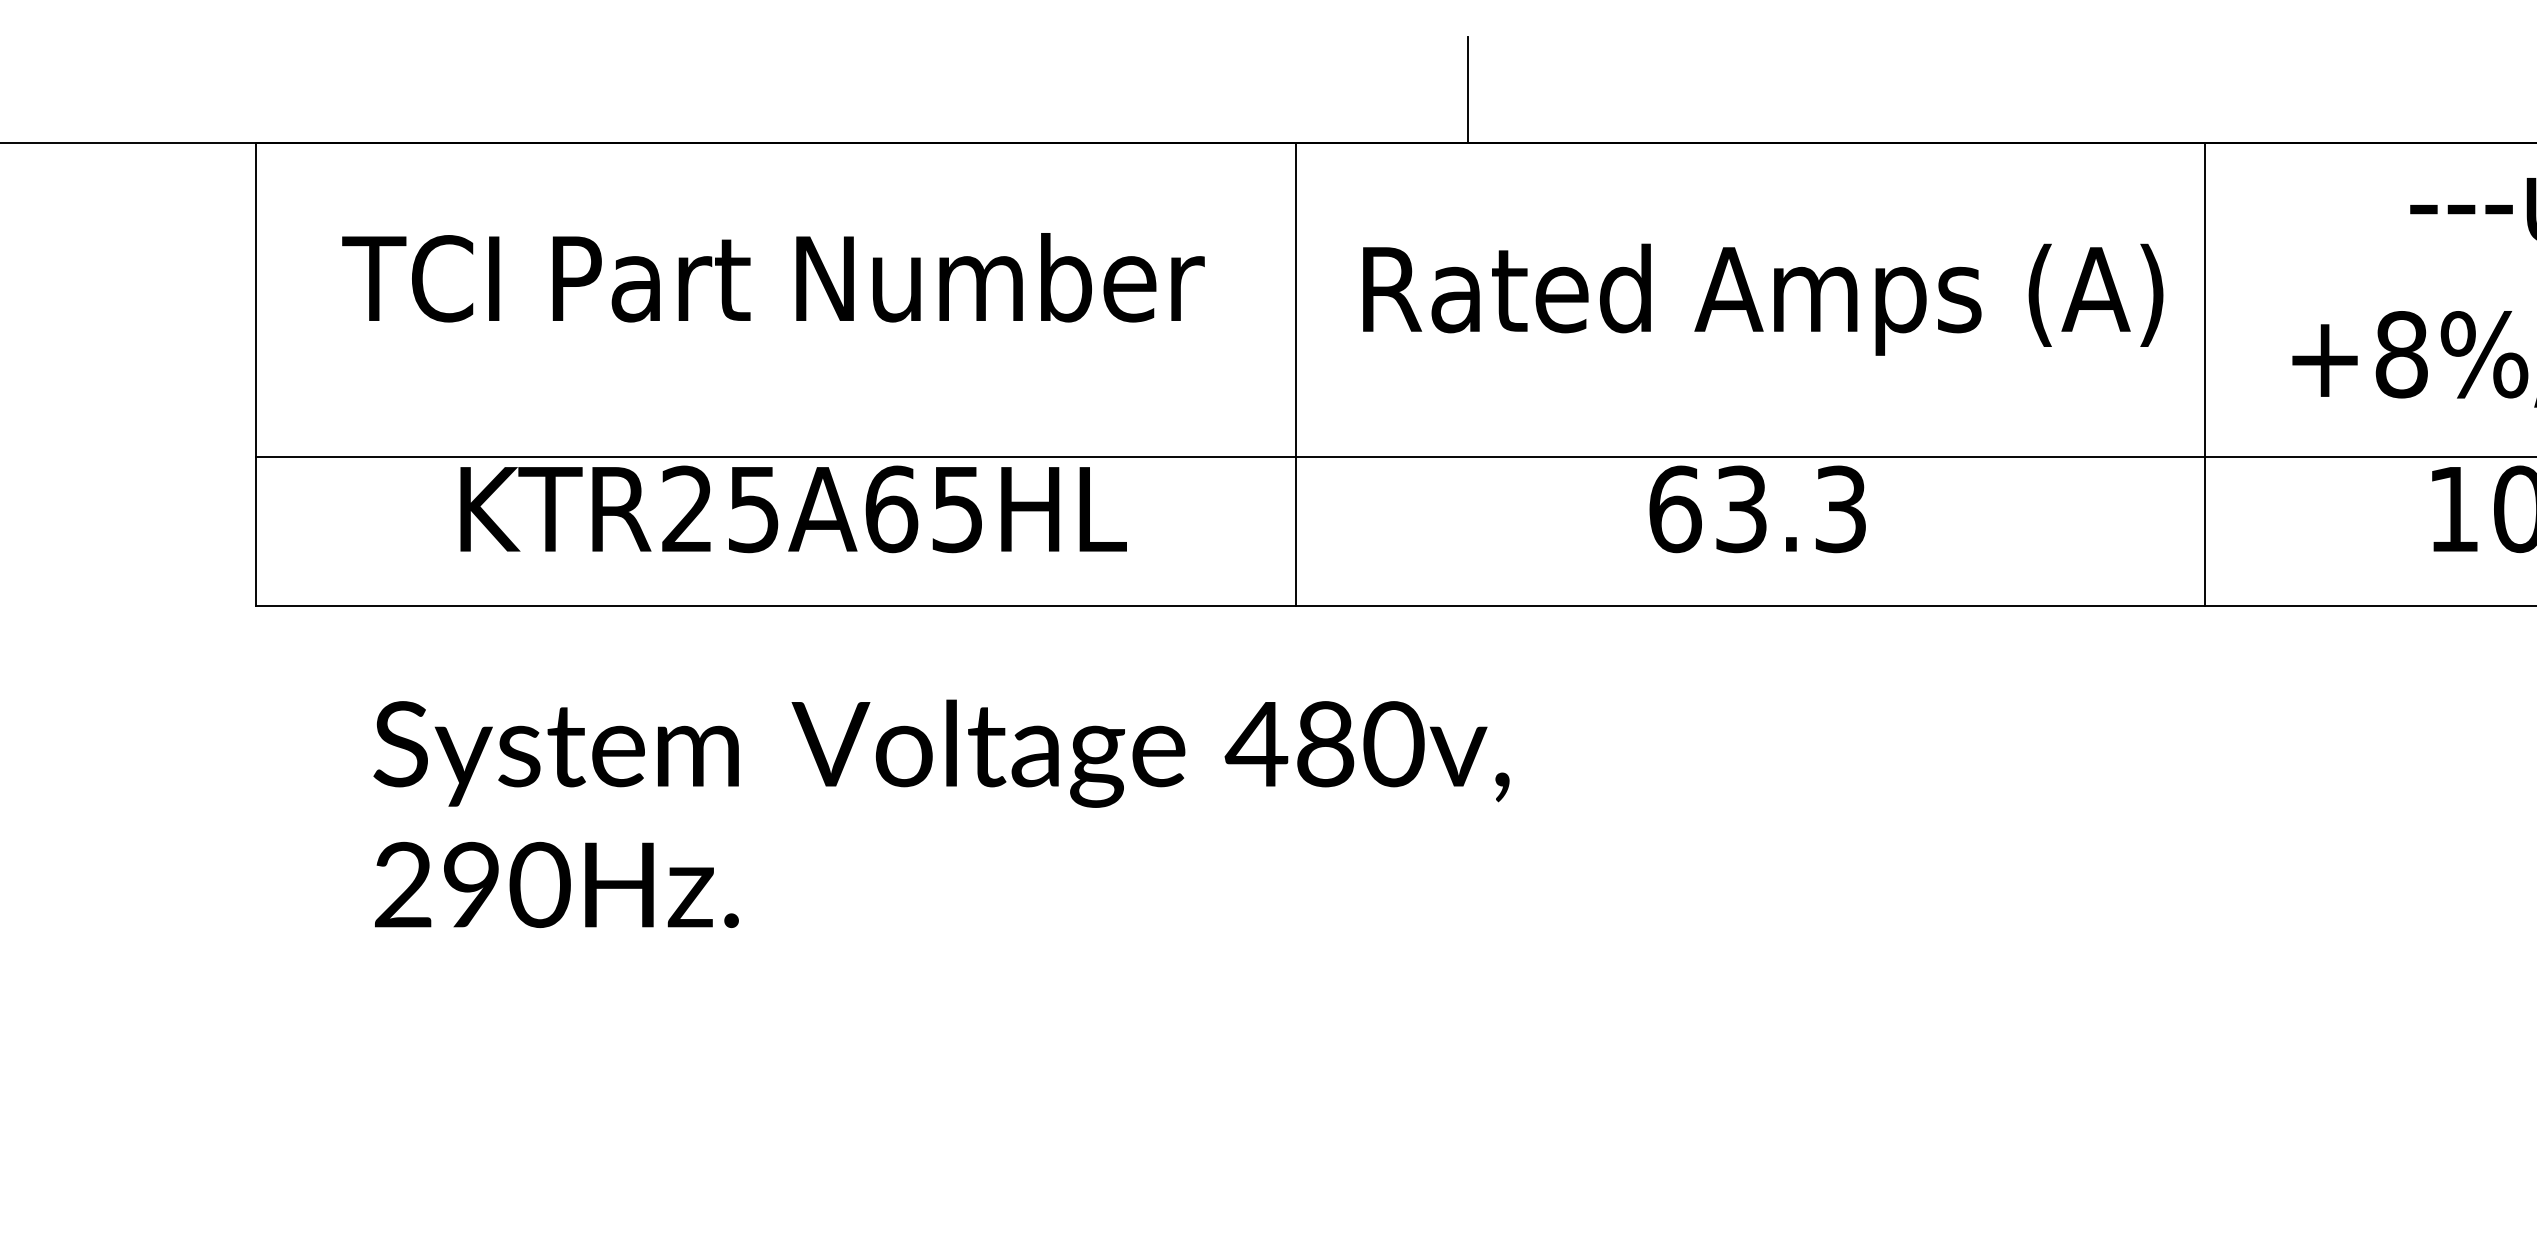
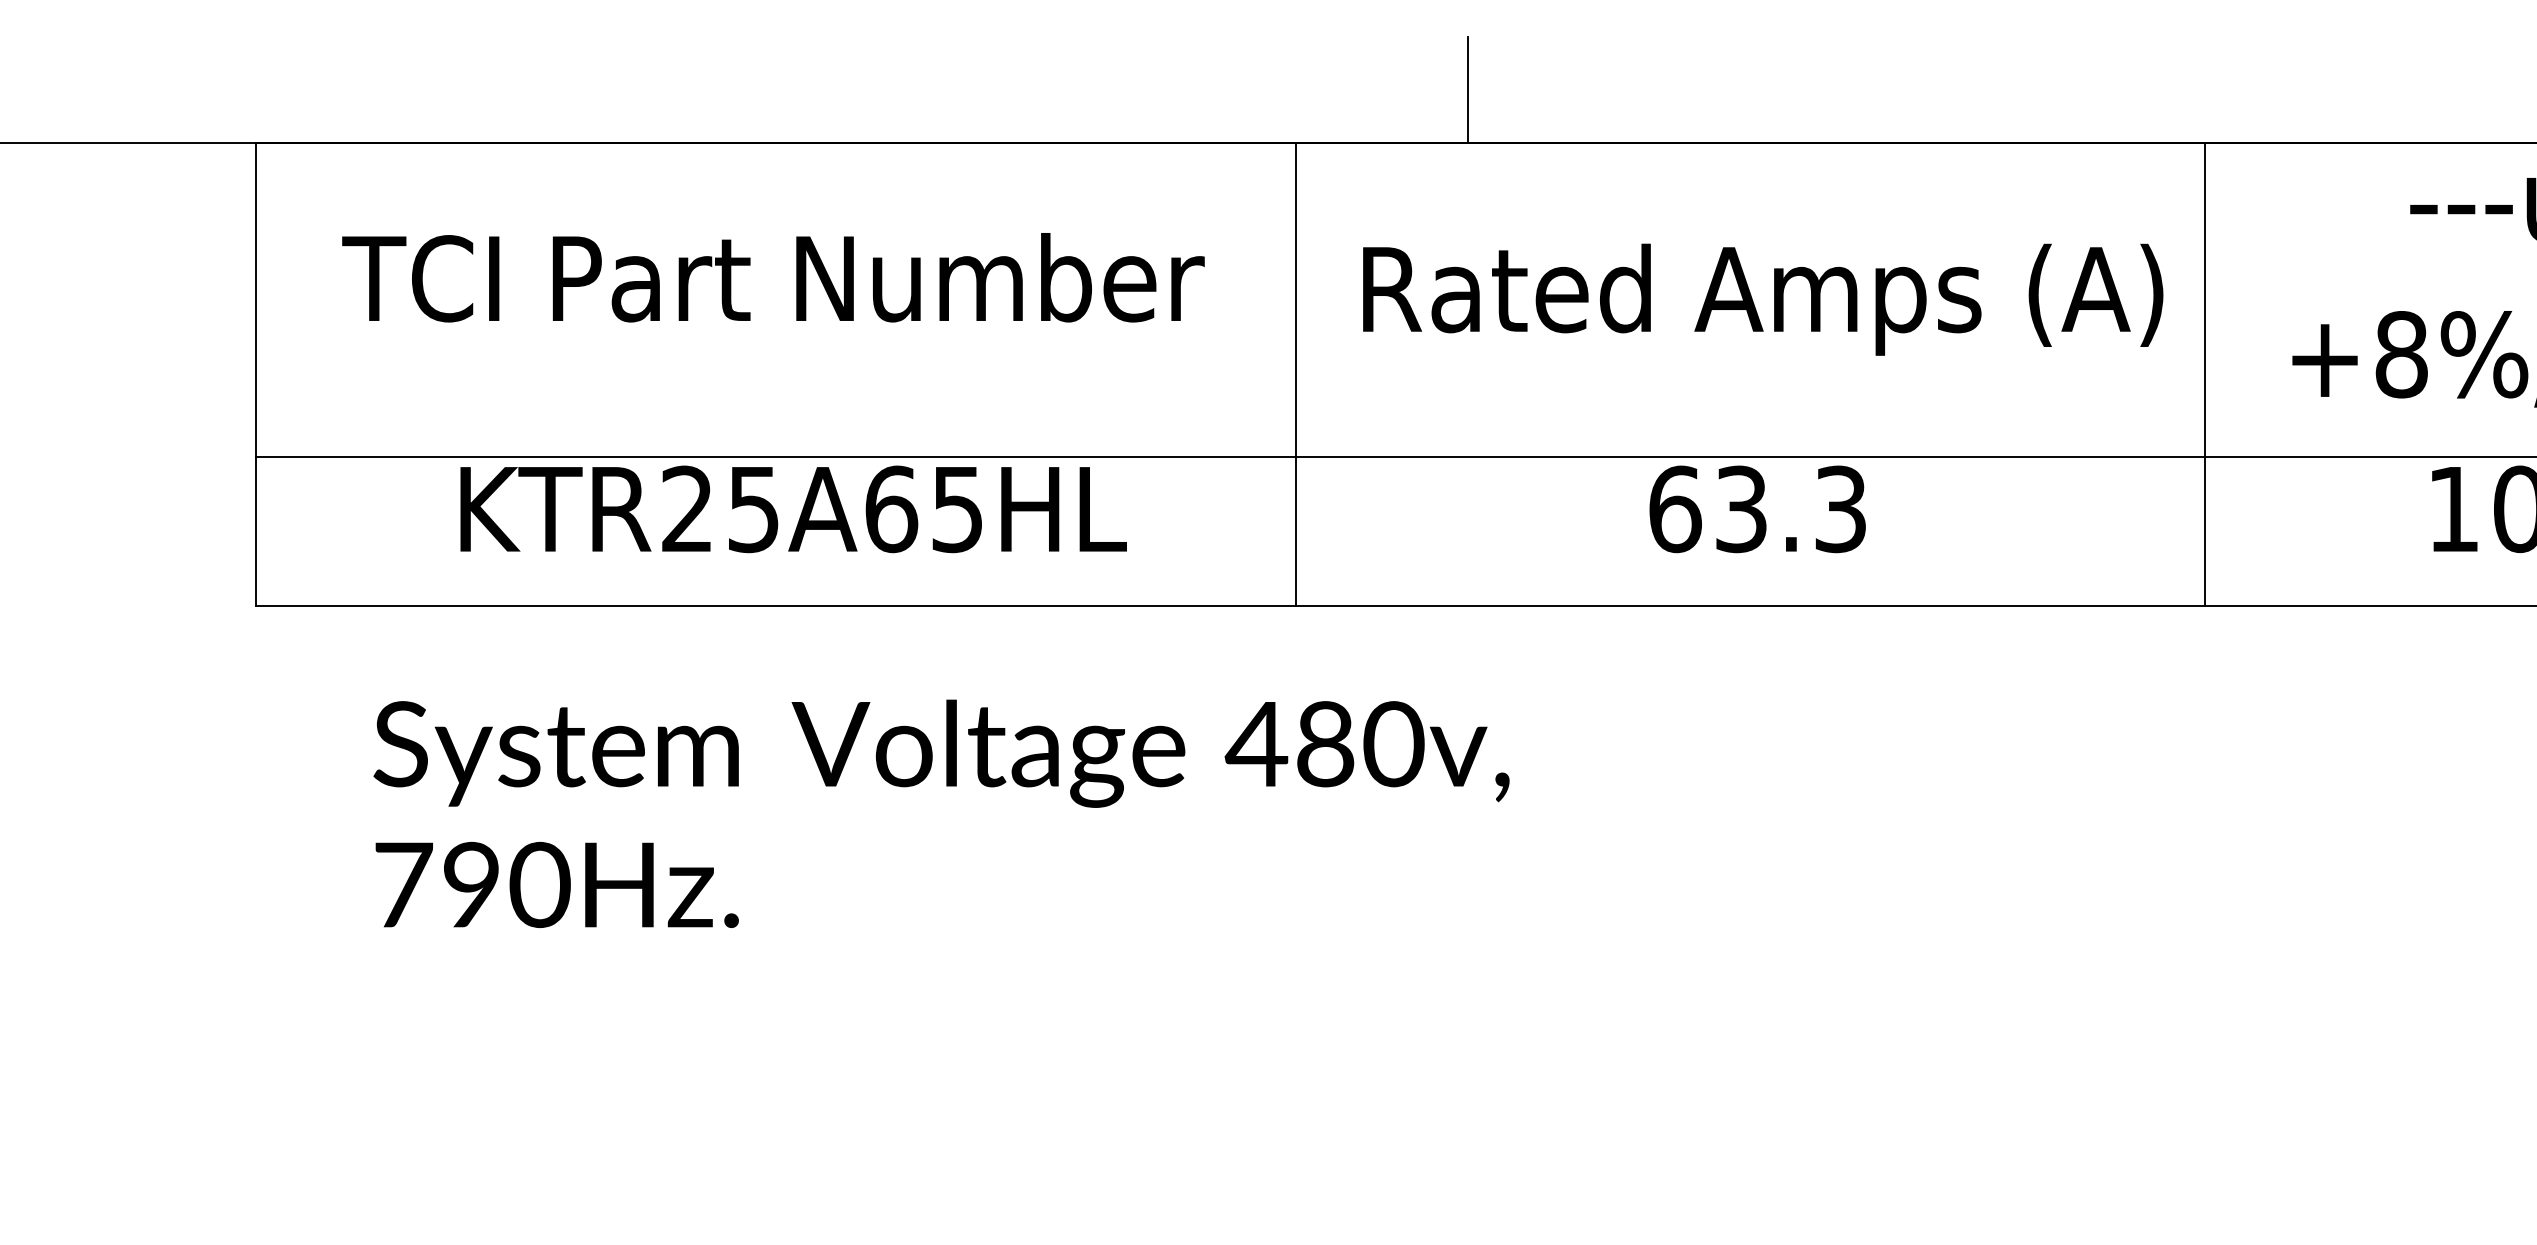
text at (403, 884): 290Hz. -> 790Hz.
